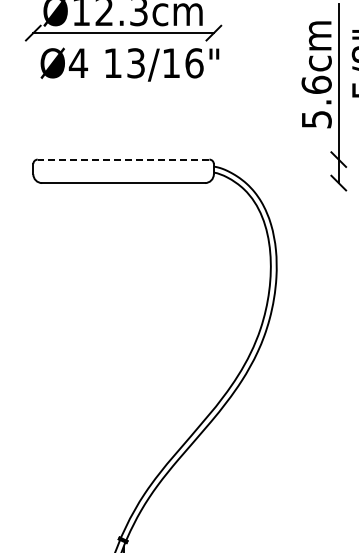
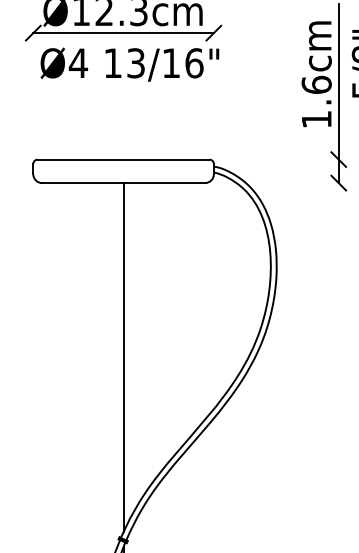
text at (316, 119): 5.6cm -> 1.6cm
line at (123, 159): dashed -> solid
line at (123, 357): none -> present
